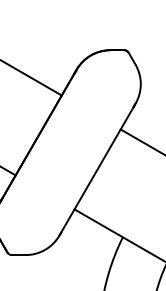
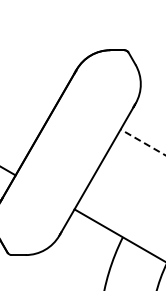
line at (31, 78): present -> none
line at (143, 142): solid -> dashed
